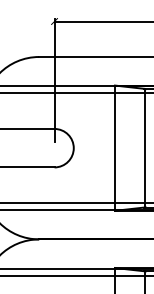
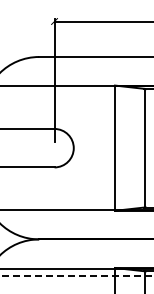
line at (76, 93): present -> none
line at (76, 203): present -> none
line at (77, 275): solid -> dashed
